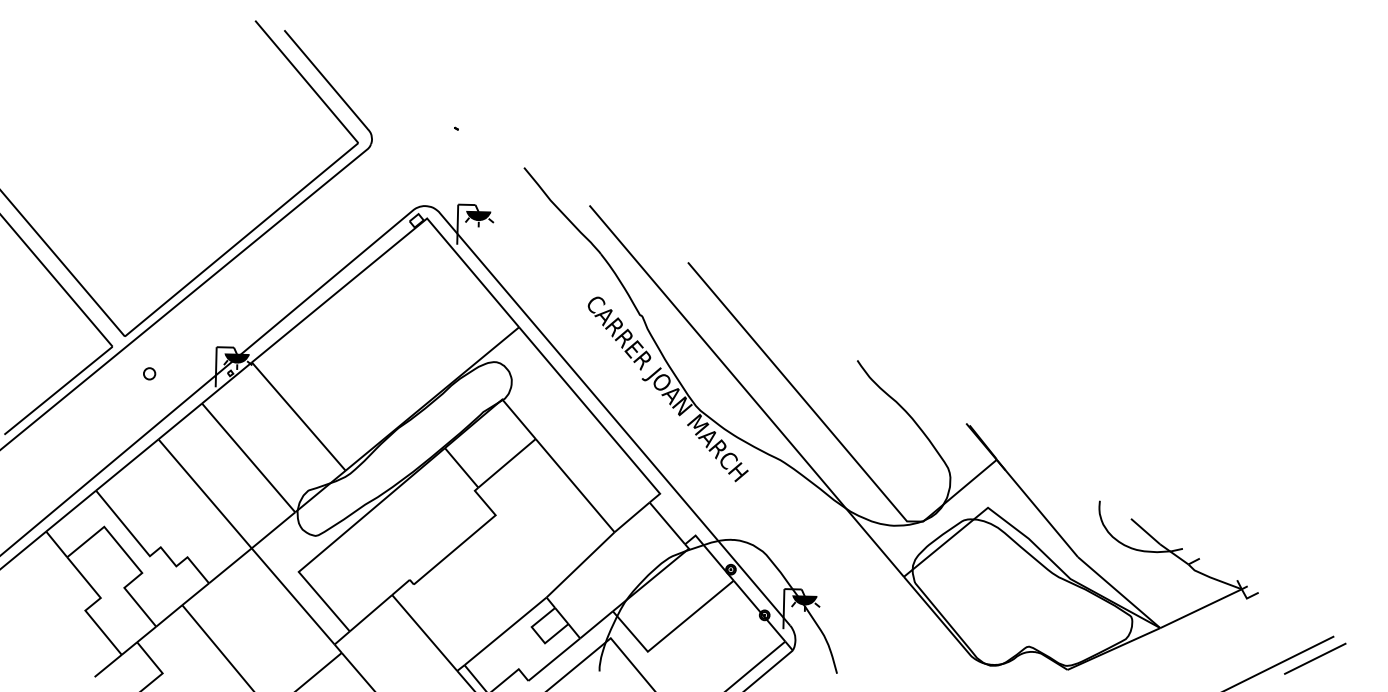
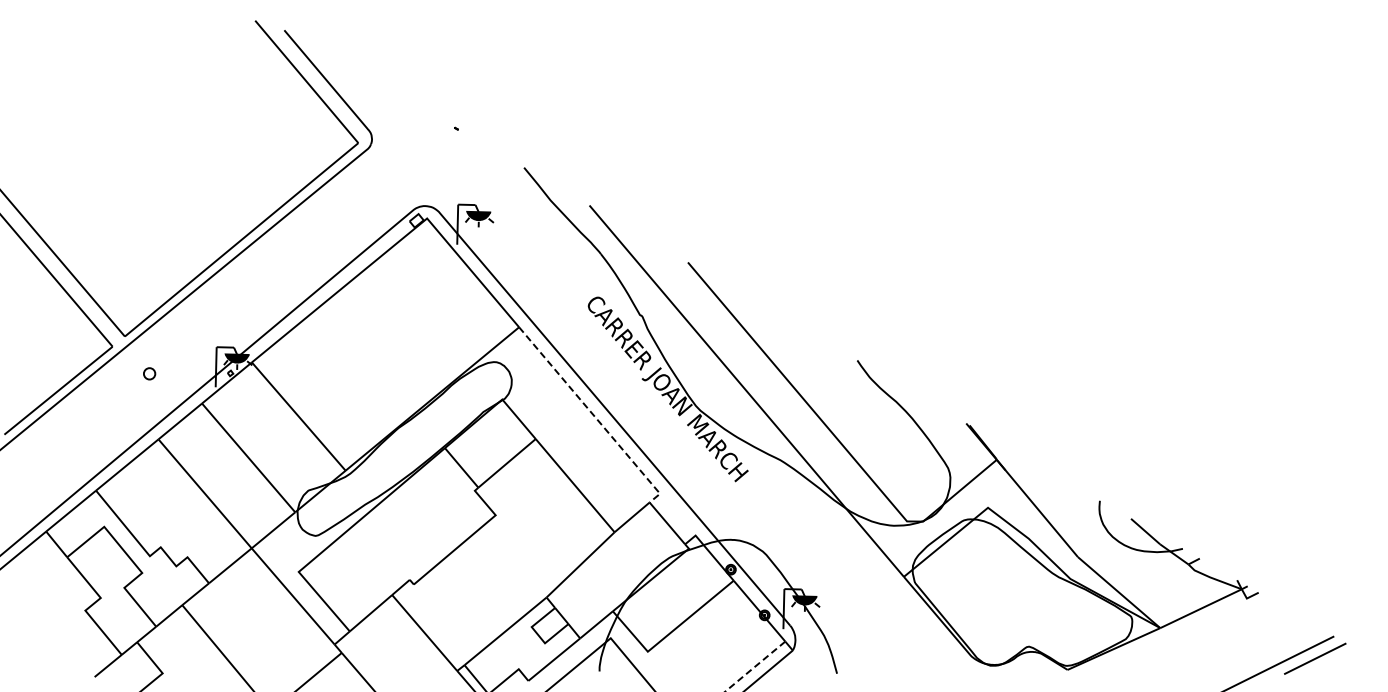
line at (594, 416): solid -> dashed
line at (755, 666): solid -> dashed
